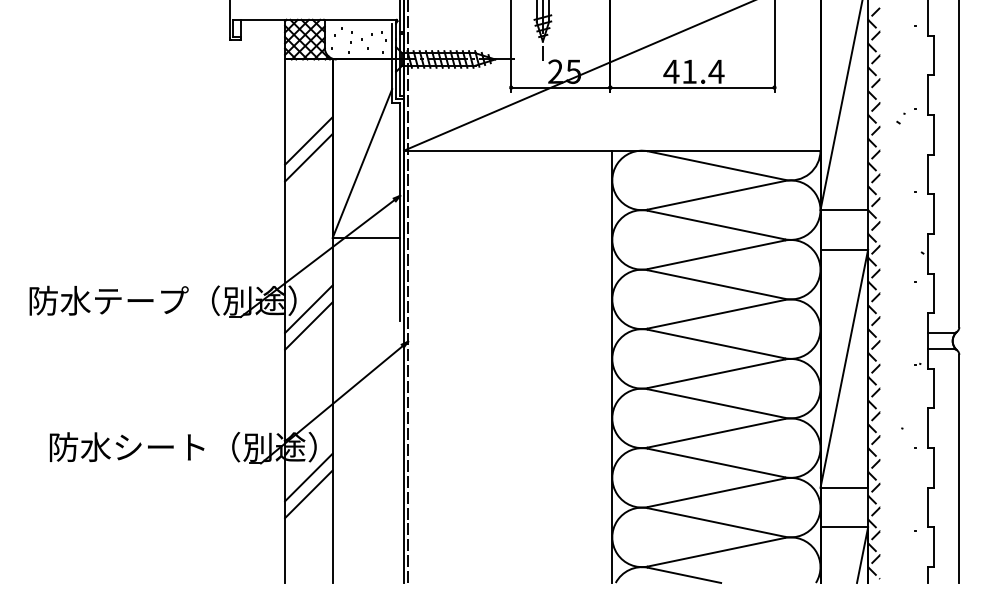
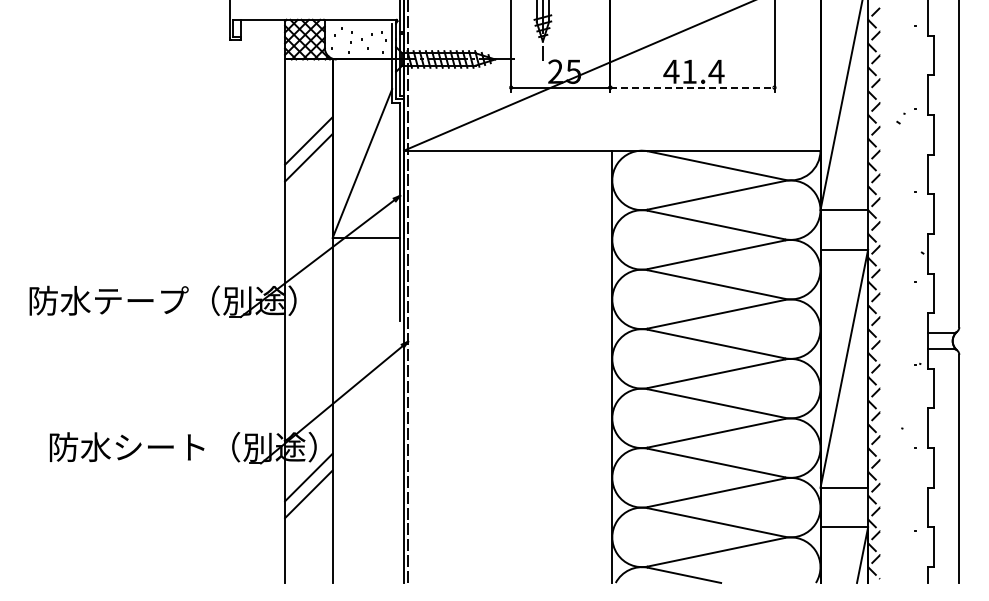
line at (692, 87): solid -> dashed
line at (308, 309): present -> none
line at (308, 325): present -> none
